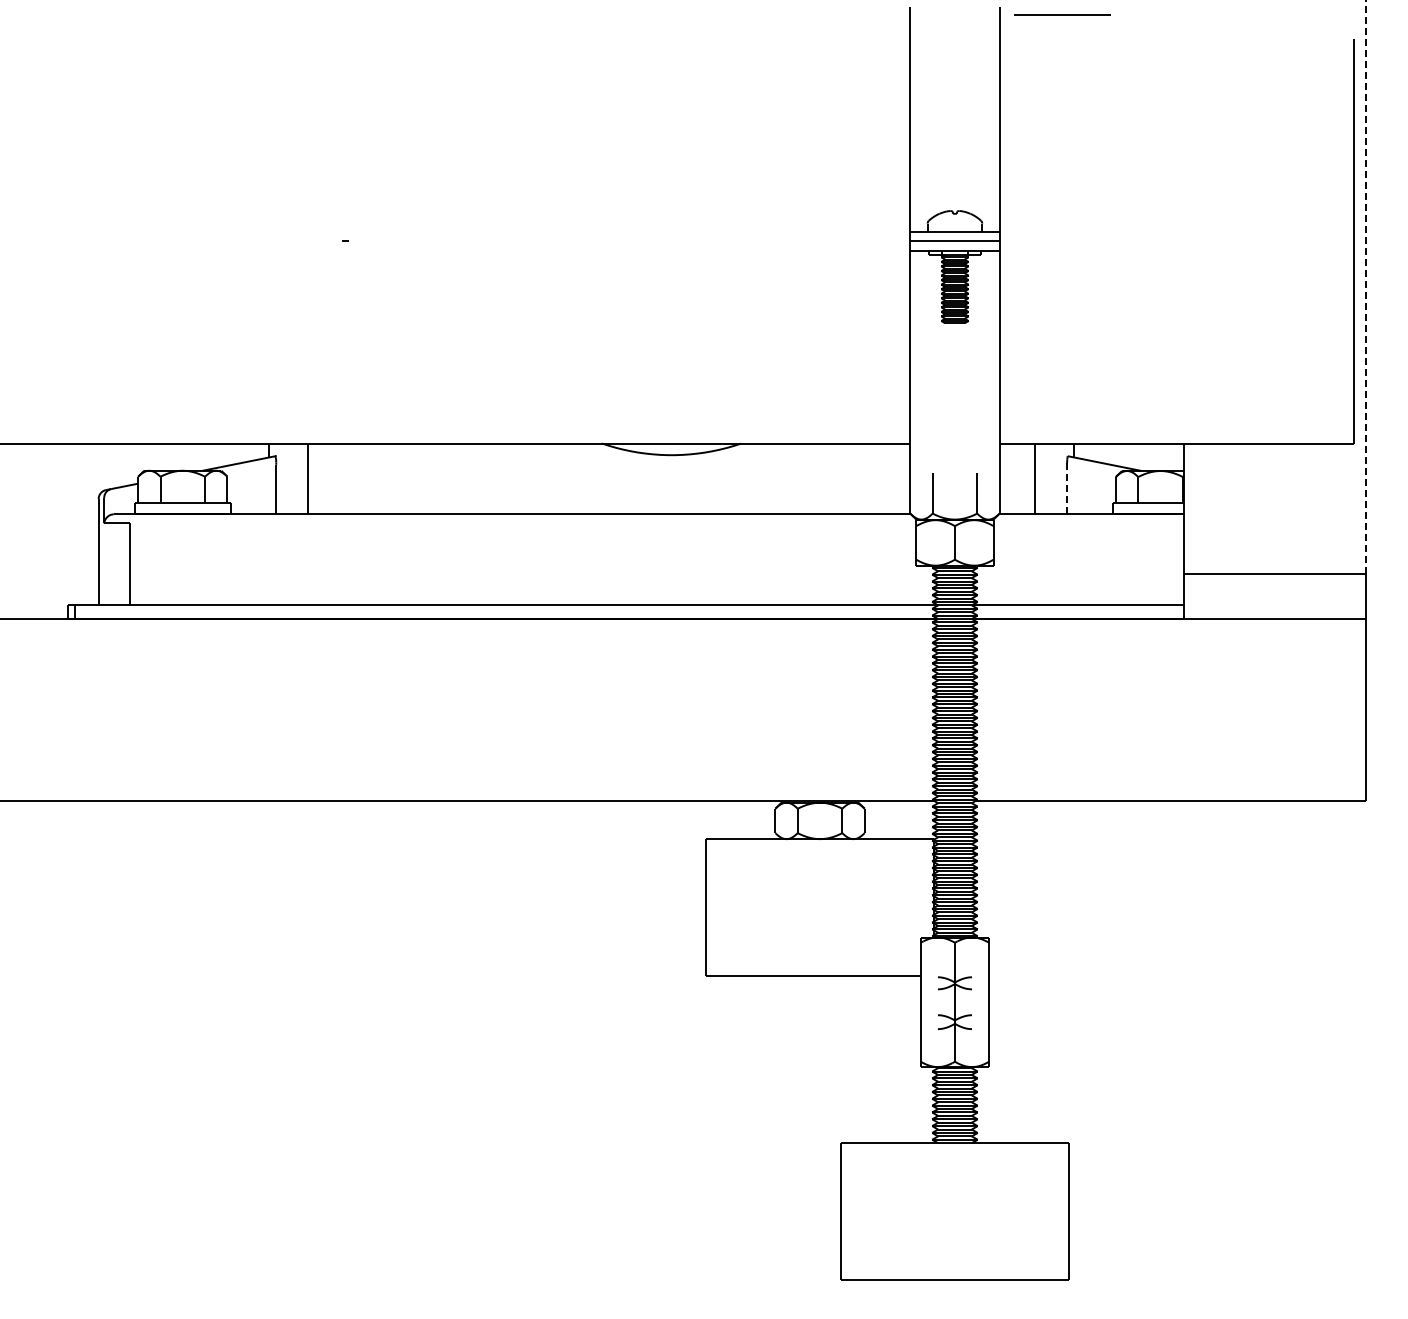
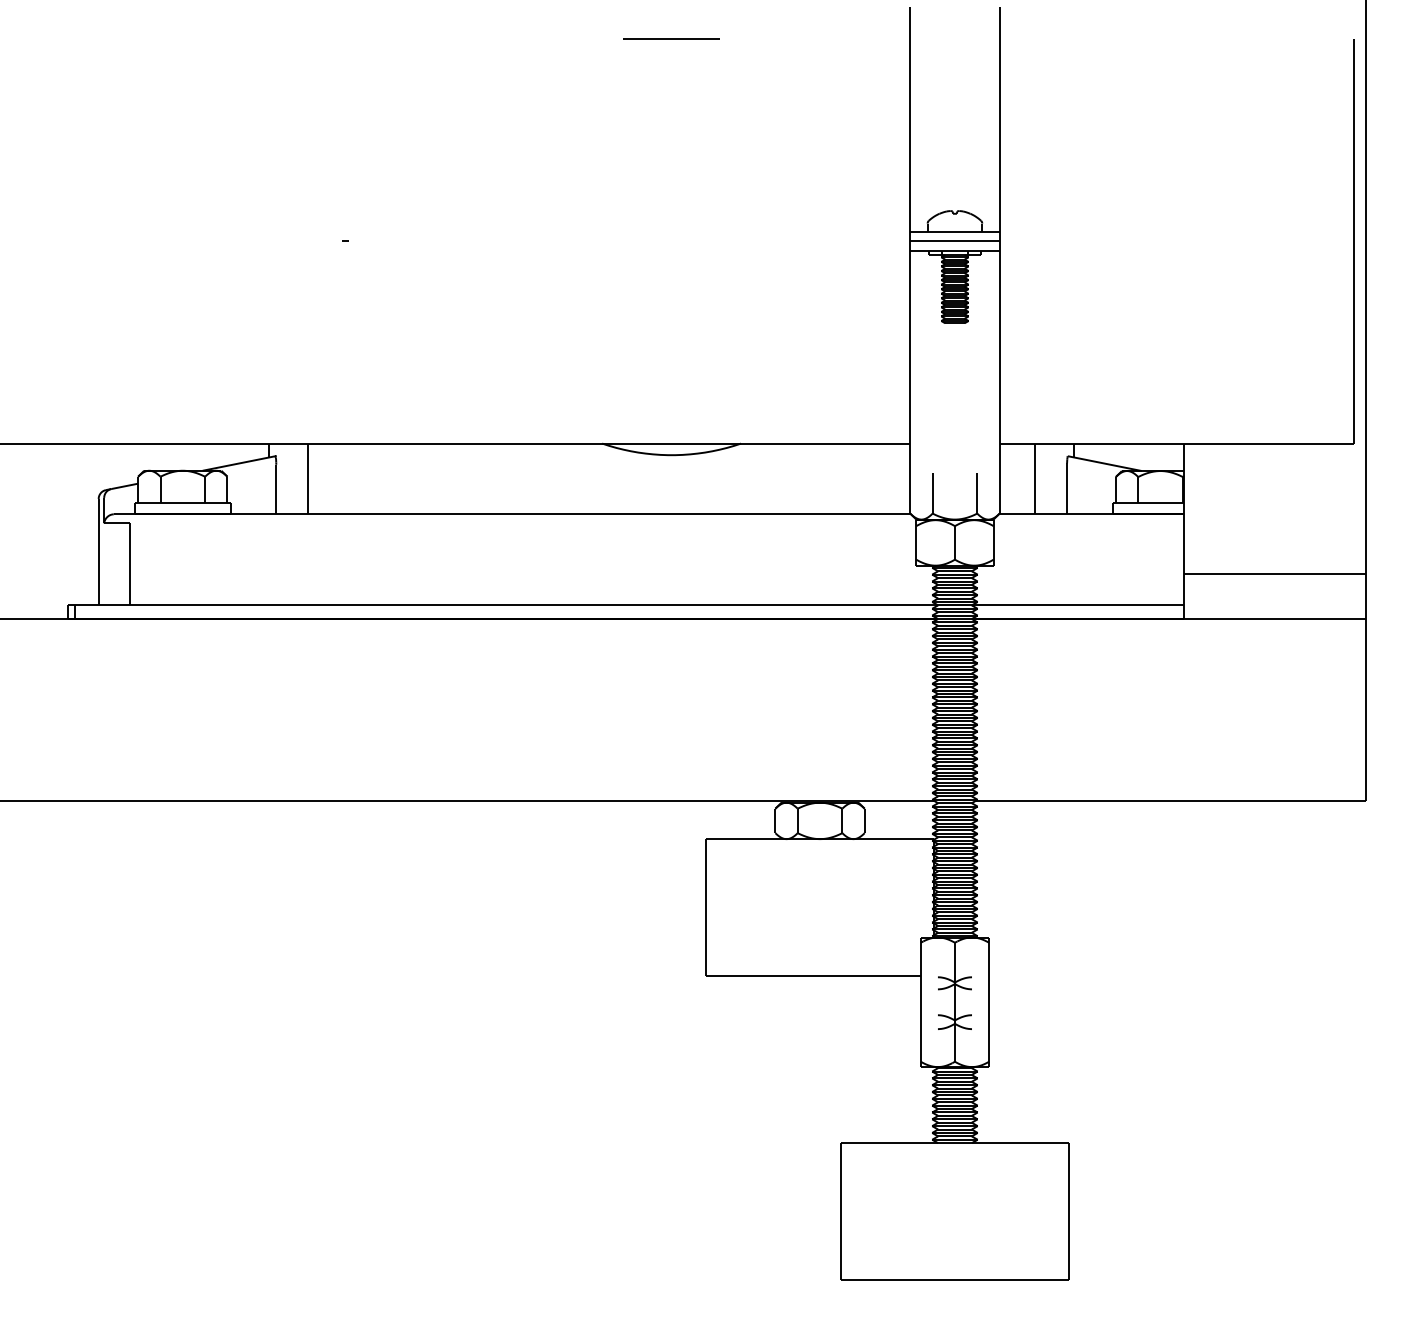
line at (1062, 14) position: (1062, 14) -> (671, 38)
line at (1365, 287): dashed -> solid
line at (1067, 489): dashed -> solid
